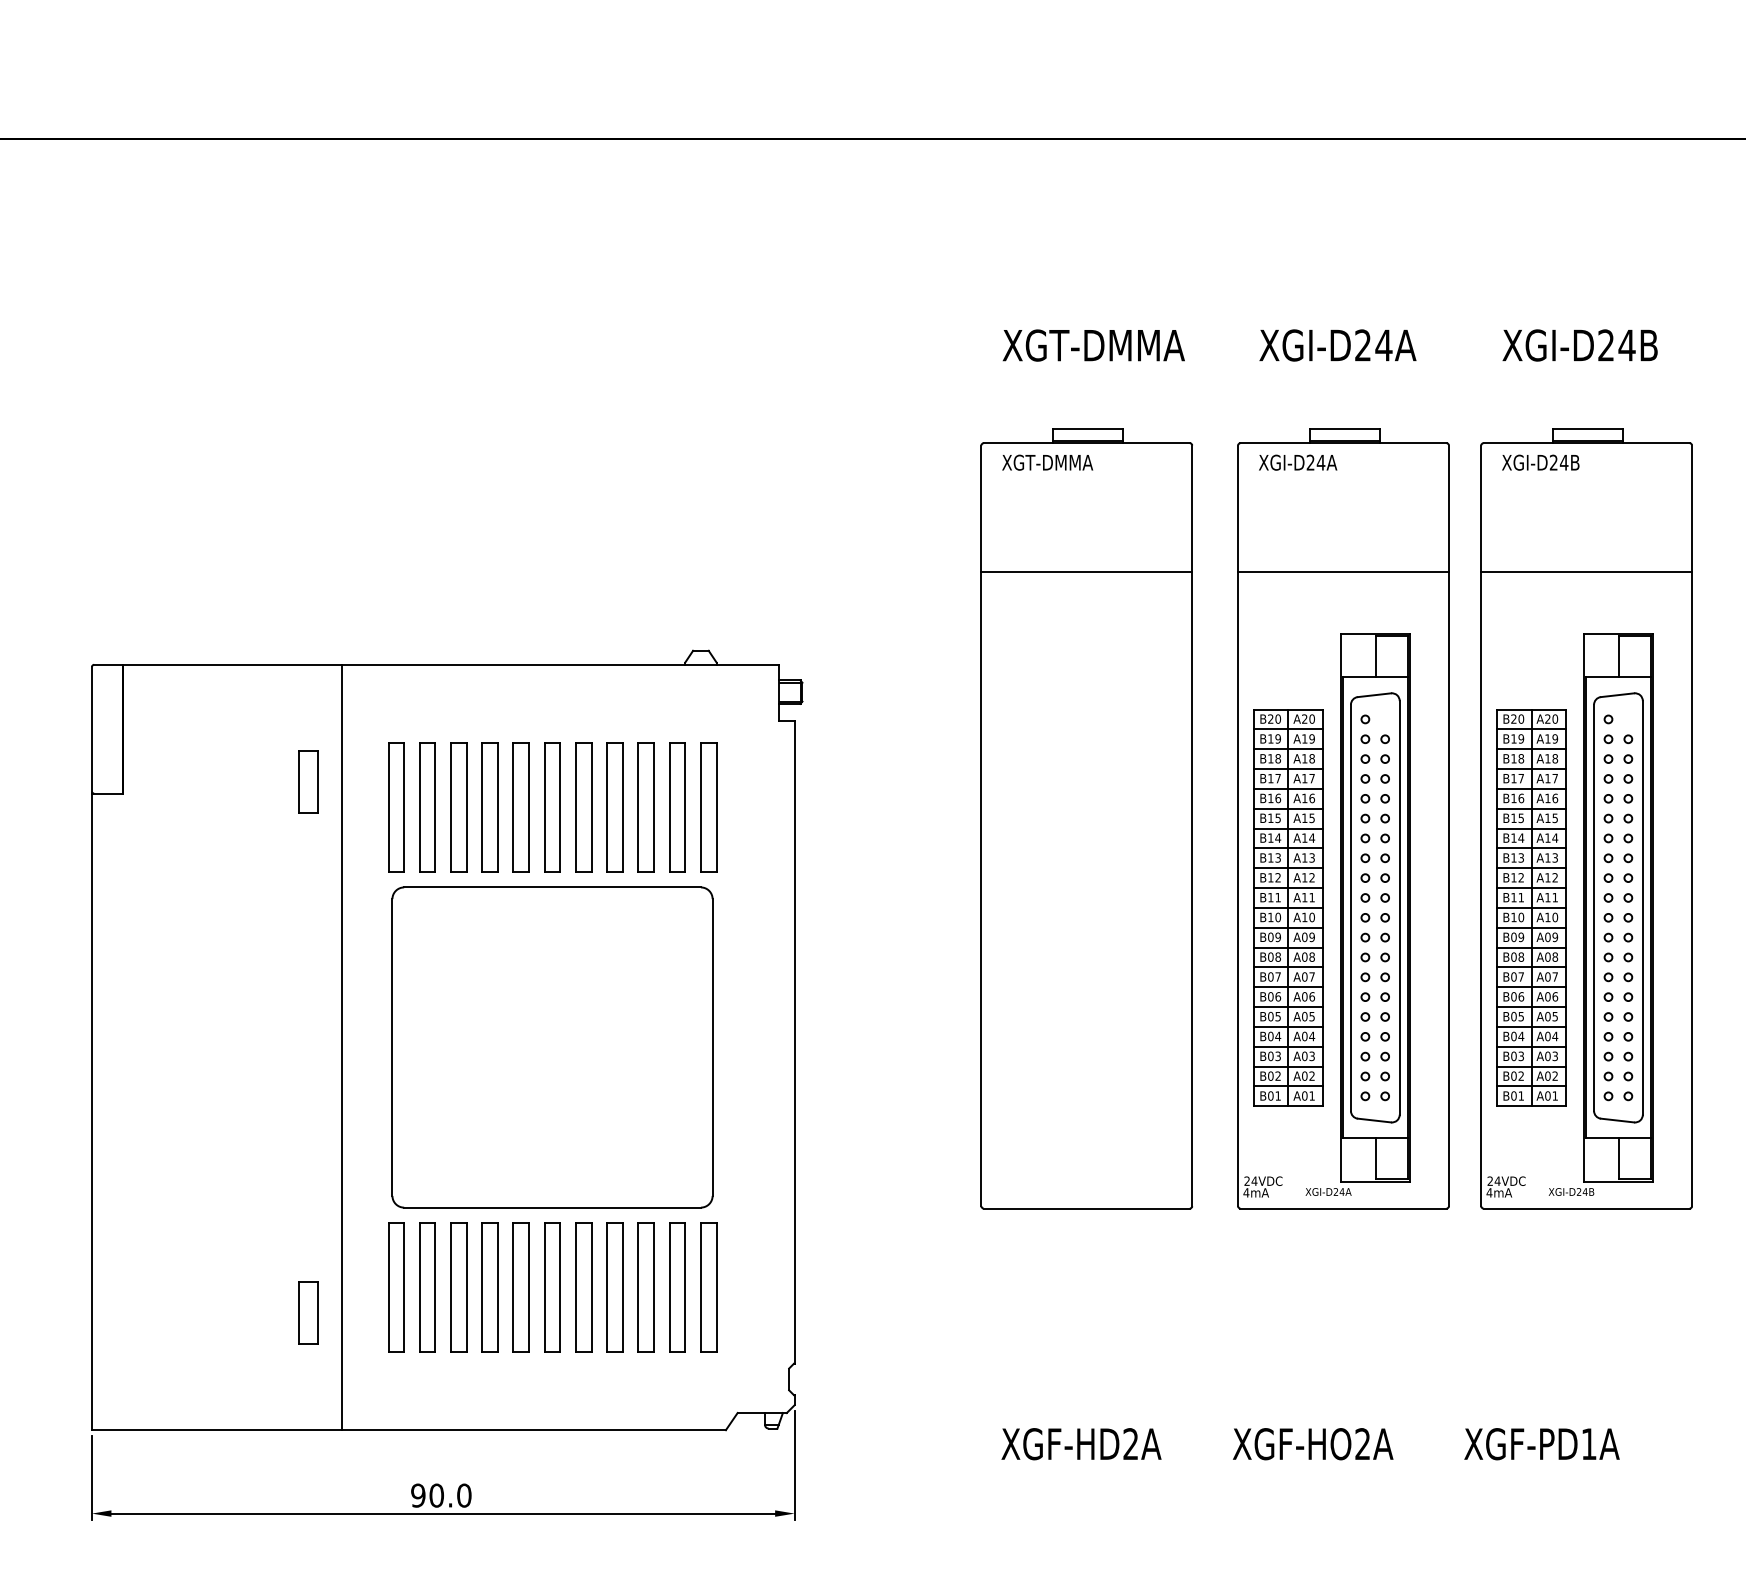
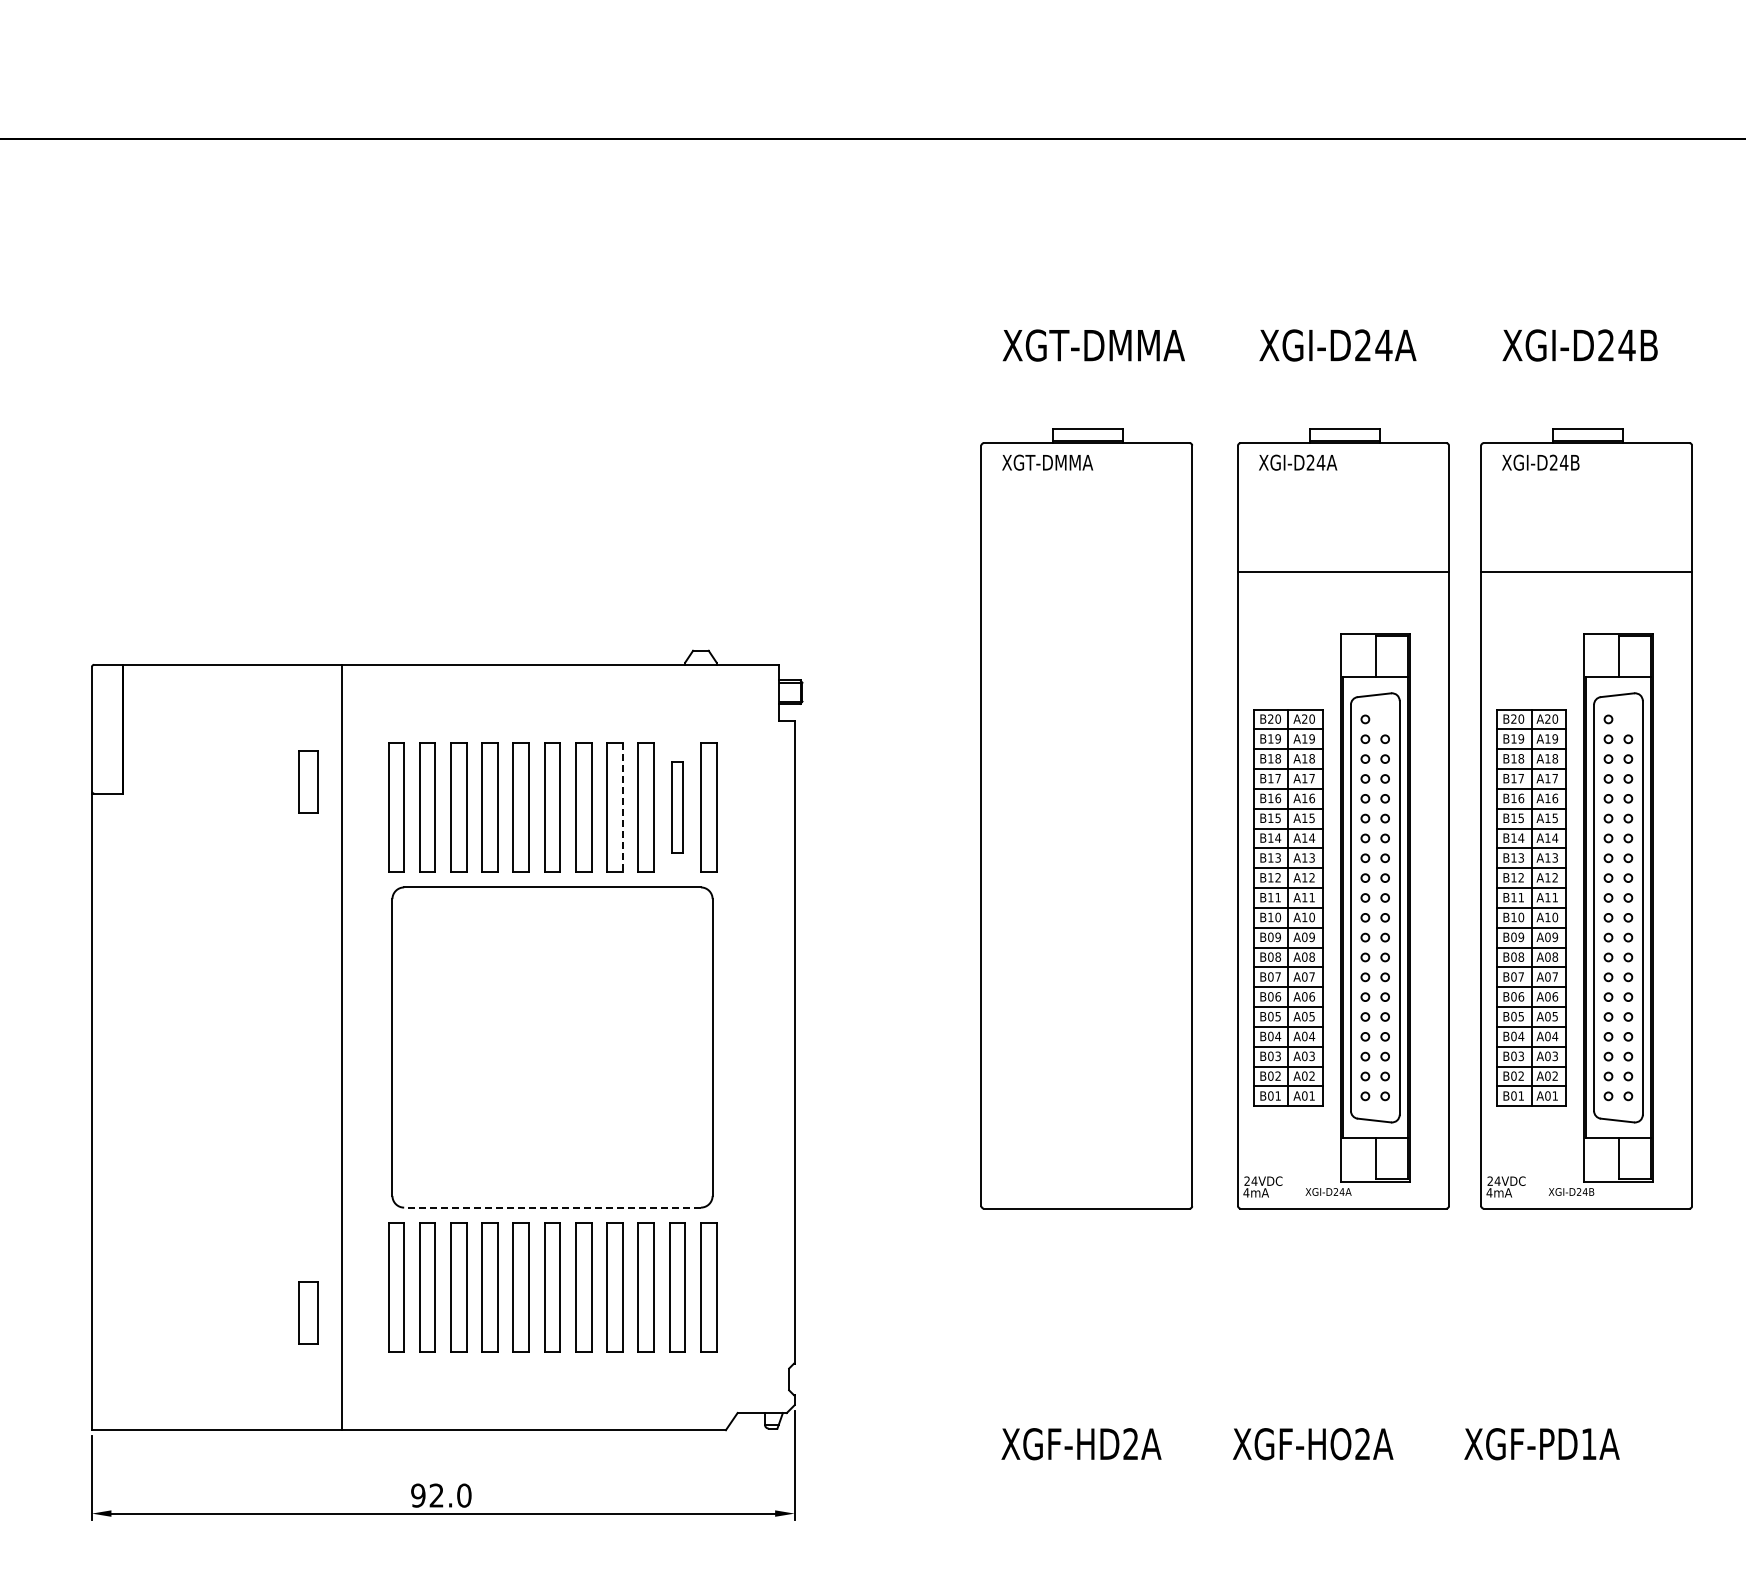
line at (1086, 572): present -> none
line at (622, 807): solid -> dashed
part at (677, 807) size: 17x131 px -> 13x93 px
line at (552, 1207): solid -> dashed
text at (436, 1495): 90.0 -> 92.0
